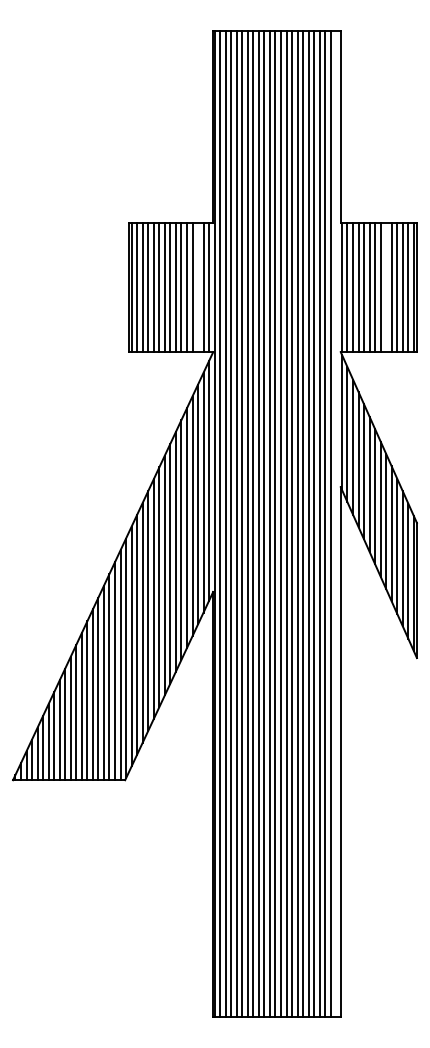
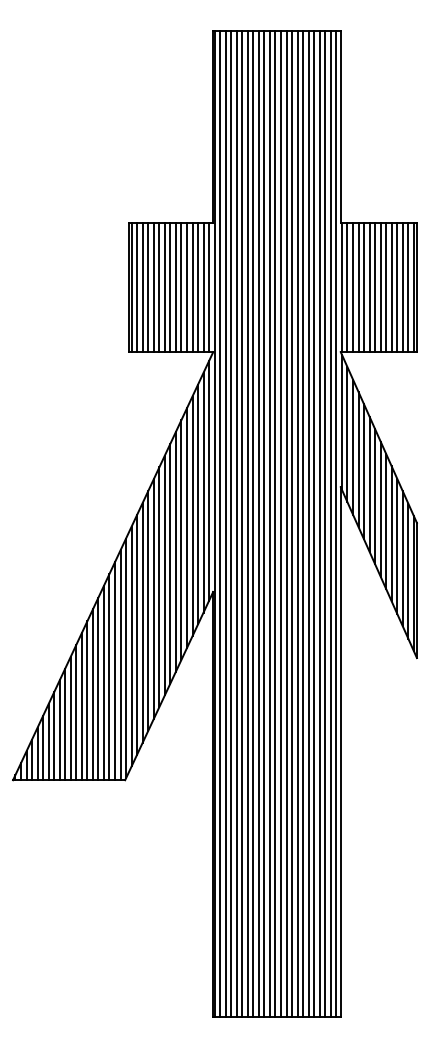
line at (198, 287): none -> present
line at (386, 287): none -> present
line at (336, 523): none -> present
